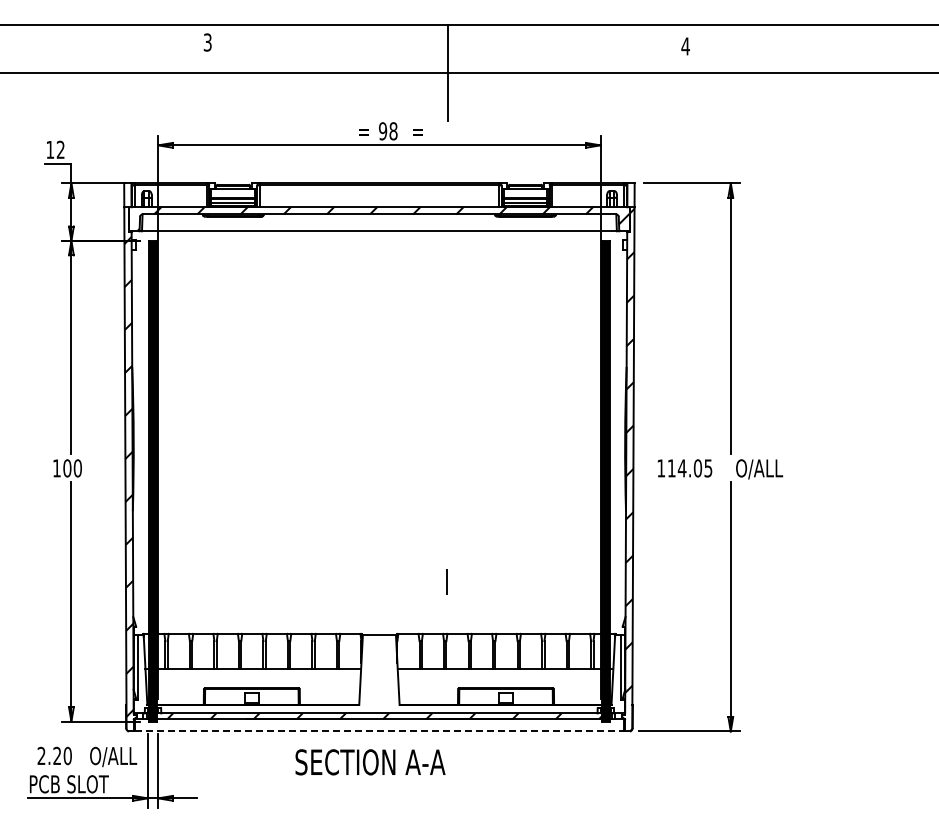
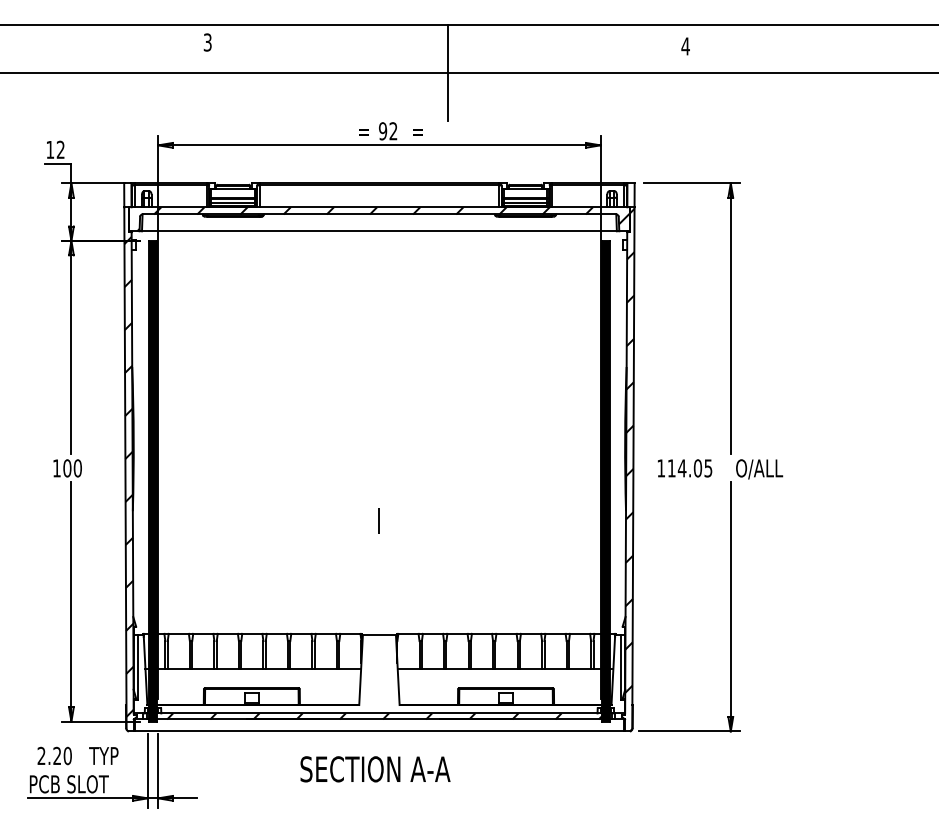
text at (393, 131): 98 -> 92
line at (446, 581) position: (446, 581) -> (378, 520)
line at (379, 731): dashed -> solid
text at (113, 756): O/ALL -> TYP
text at (370, 762) position: (370, 762) -> (375, 769)
